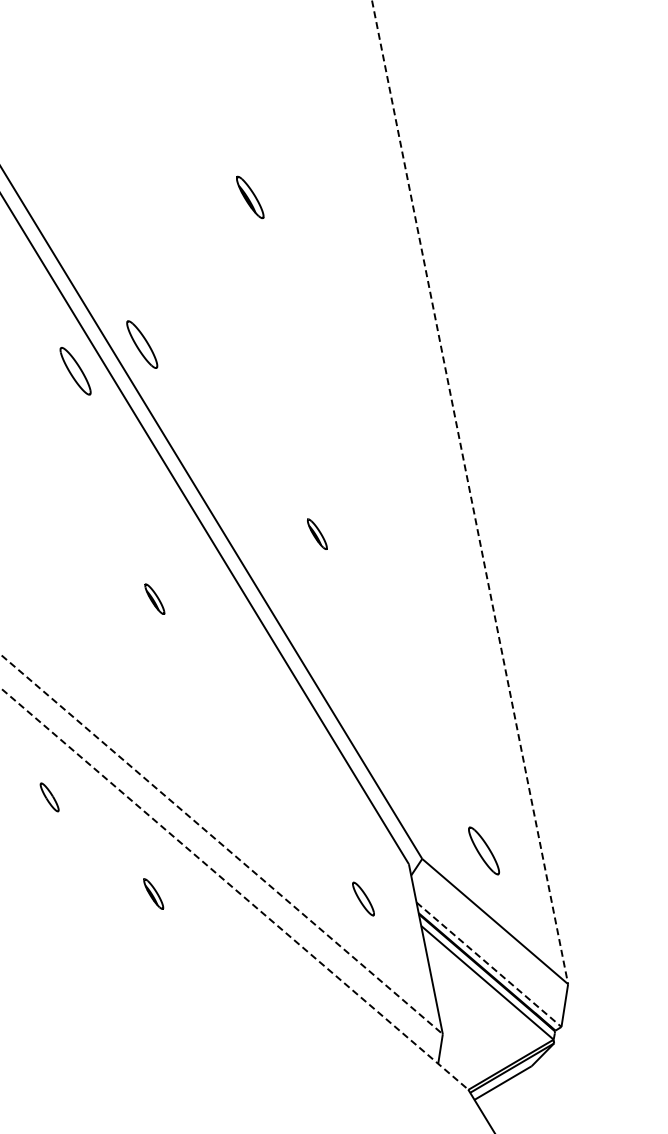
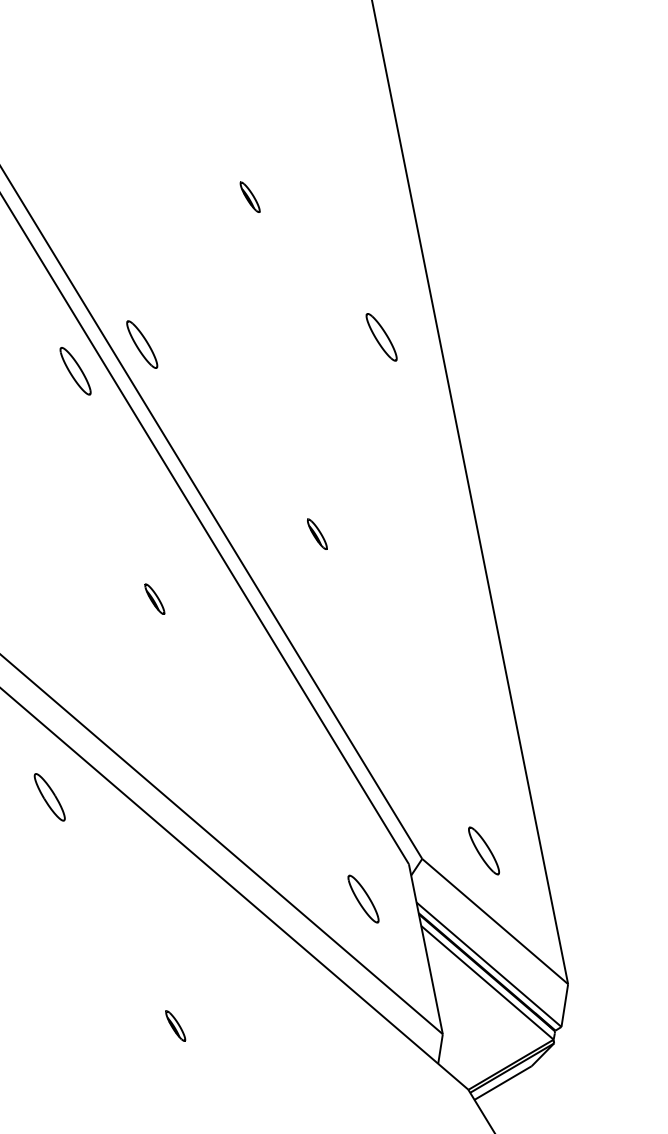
part at (250, 197) size: 29x45 px -> 22x32 px
part at (381, 337): none -> present
line at (470, 492): dashed -> solid
part at (49, 797) size: 21x31 px -> 33x49 px
line at (222, 844): dashed -> solid
line at (234, 889): dashed -> solid
part at (153, 893) position: (153, 893) -> (175, 1025)
part at (363, 898) size: 23x36 px -> 33x50 px
line at (489, 965): dashed -> solid
